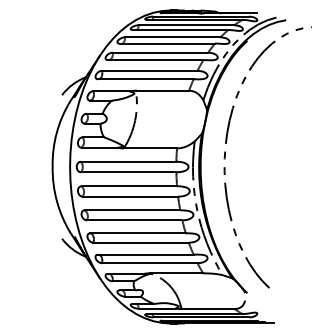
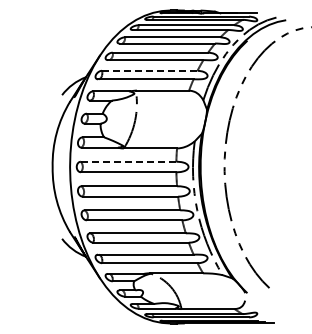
line at (149, 70): solid -> dashed
line at (128, 161): solid -> dashed
